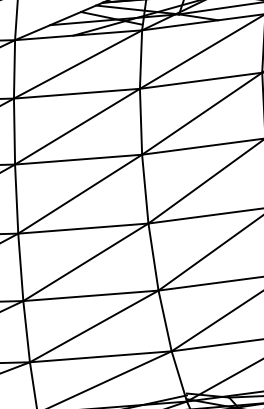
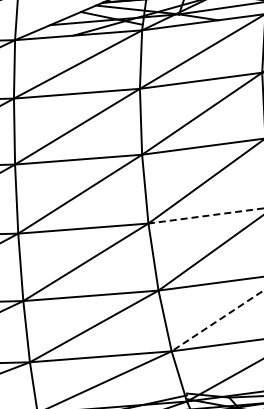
line at (205, 216): solid -> dashed
line at (217, 321): solid -> dashed
